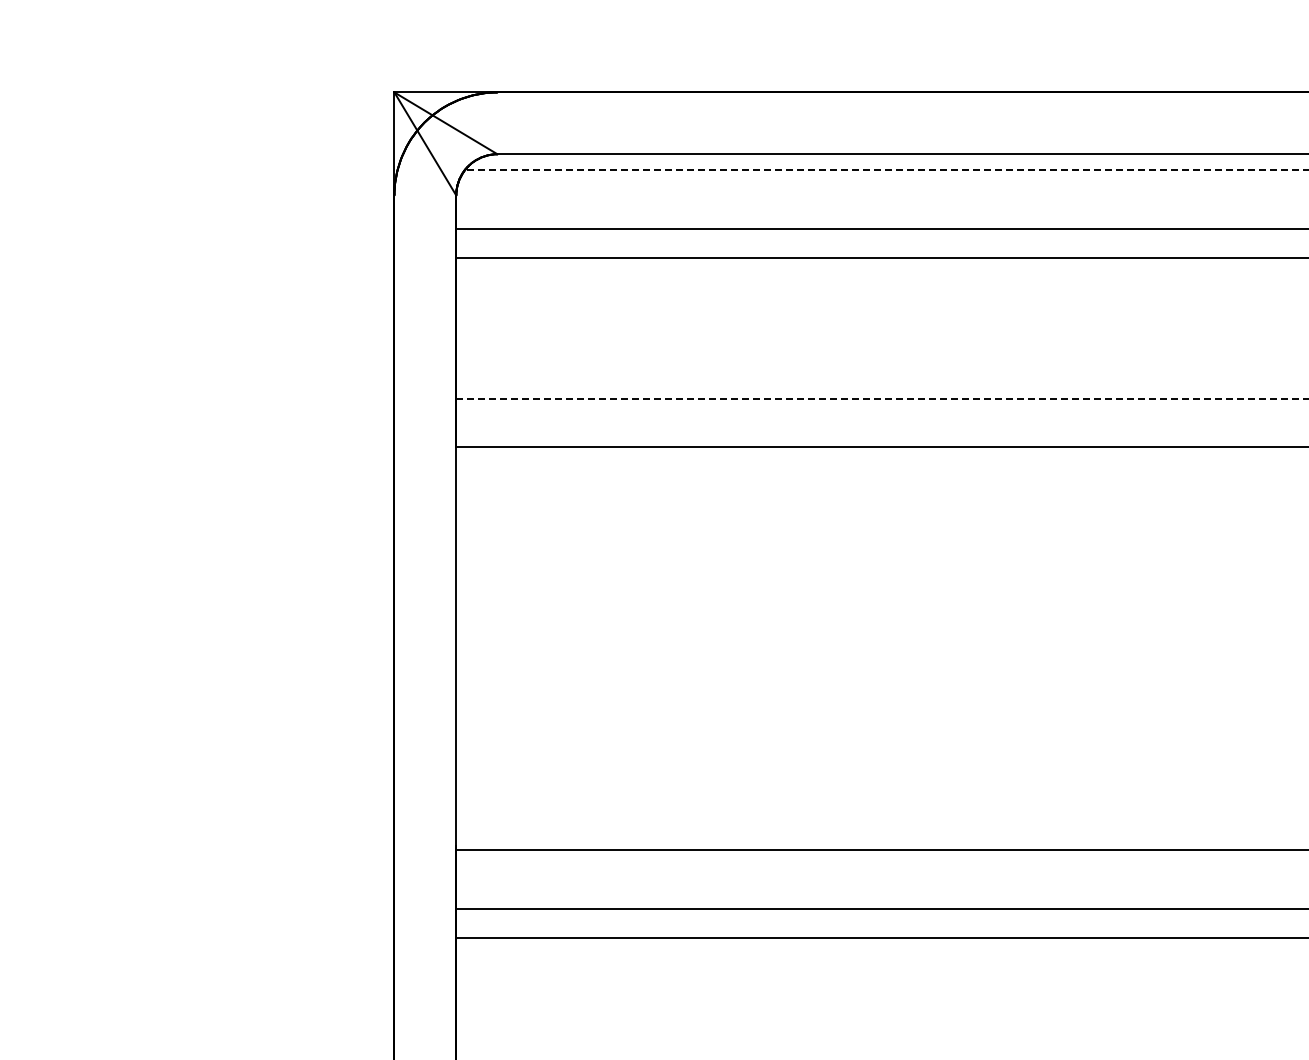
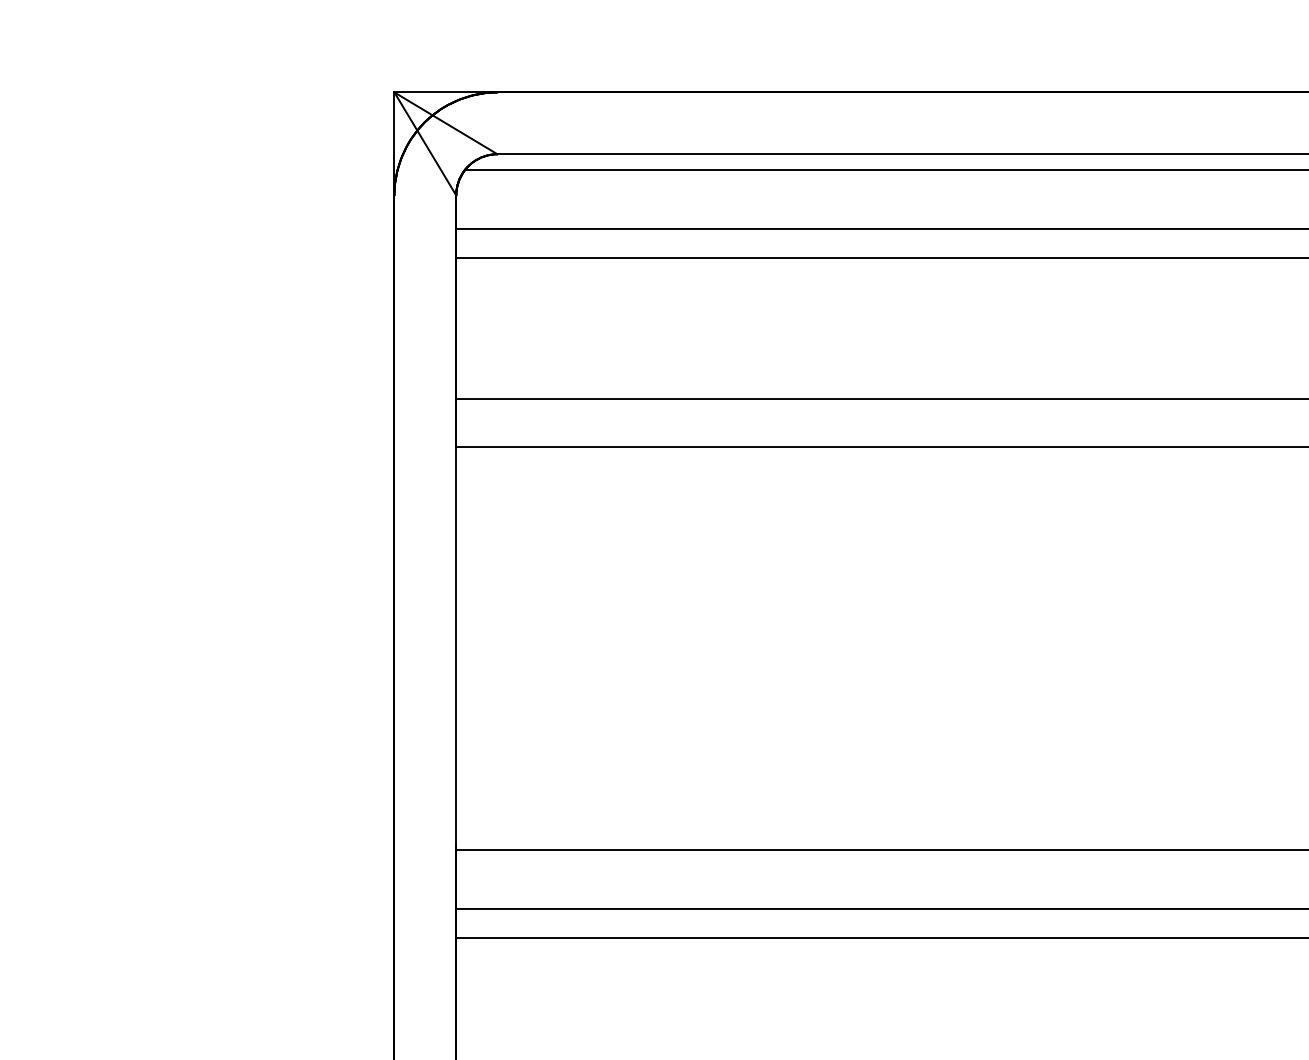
line at (886, 170): dashed -> solid
line at (882, 399): dashed -> solid
